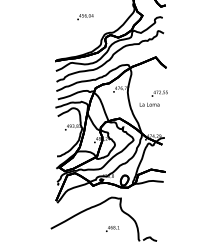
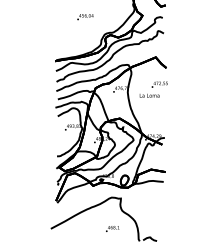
text at (153, 98) position: (153, 98) -> (153, 89)
